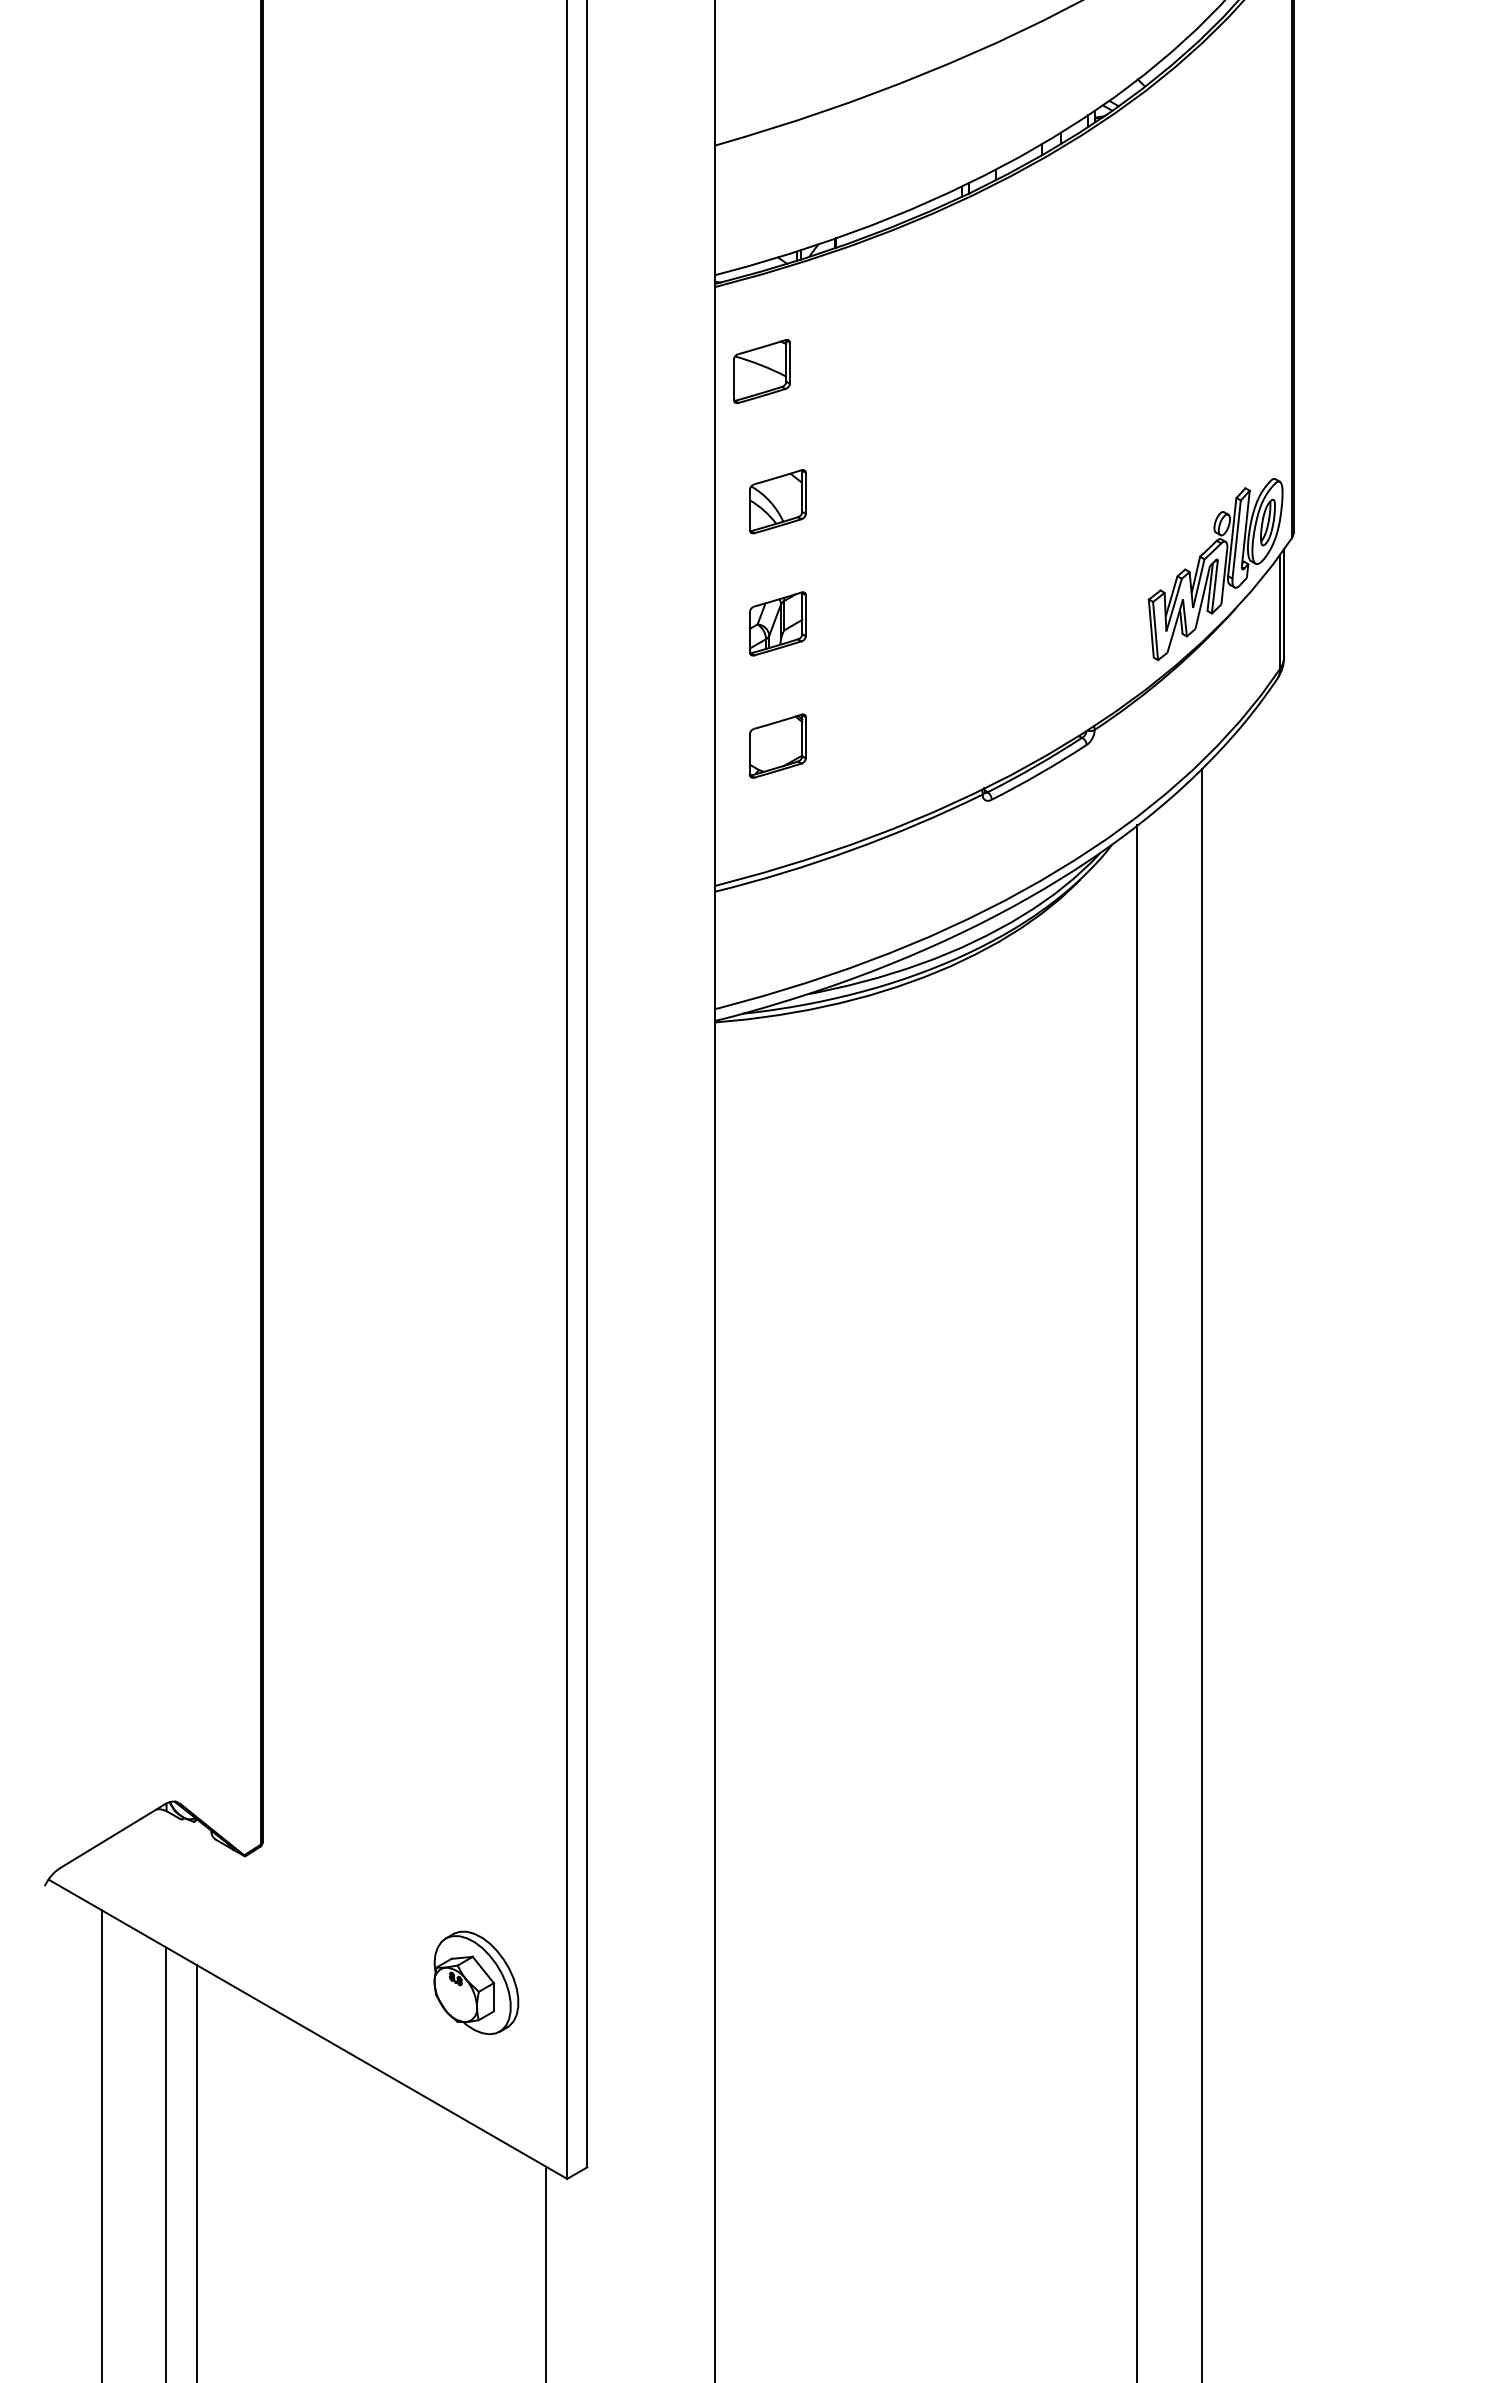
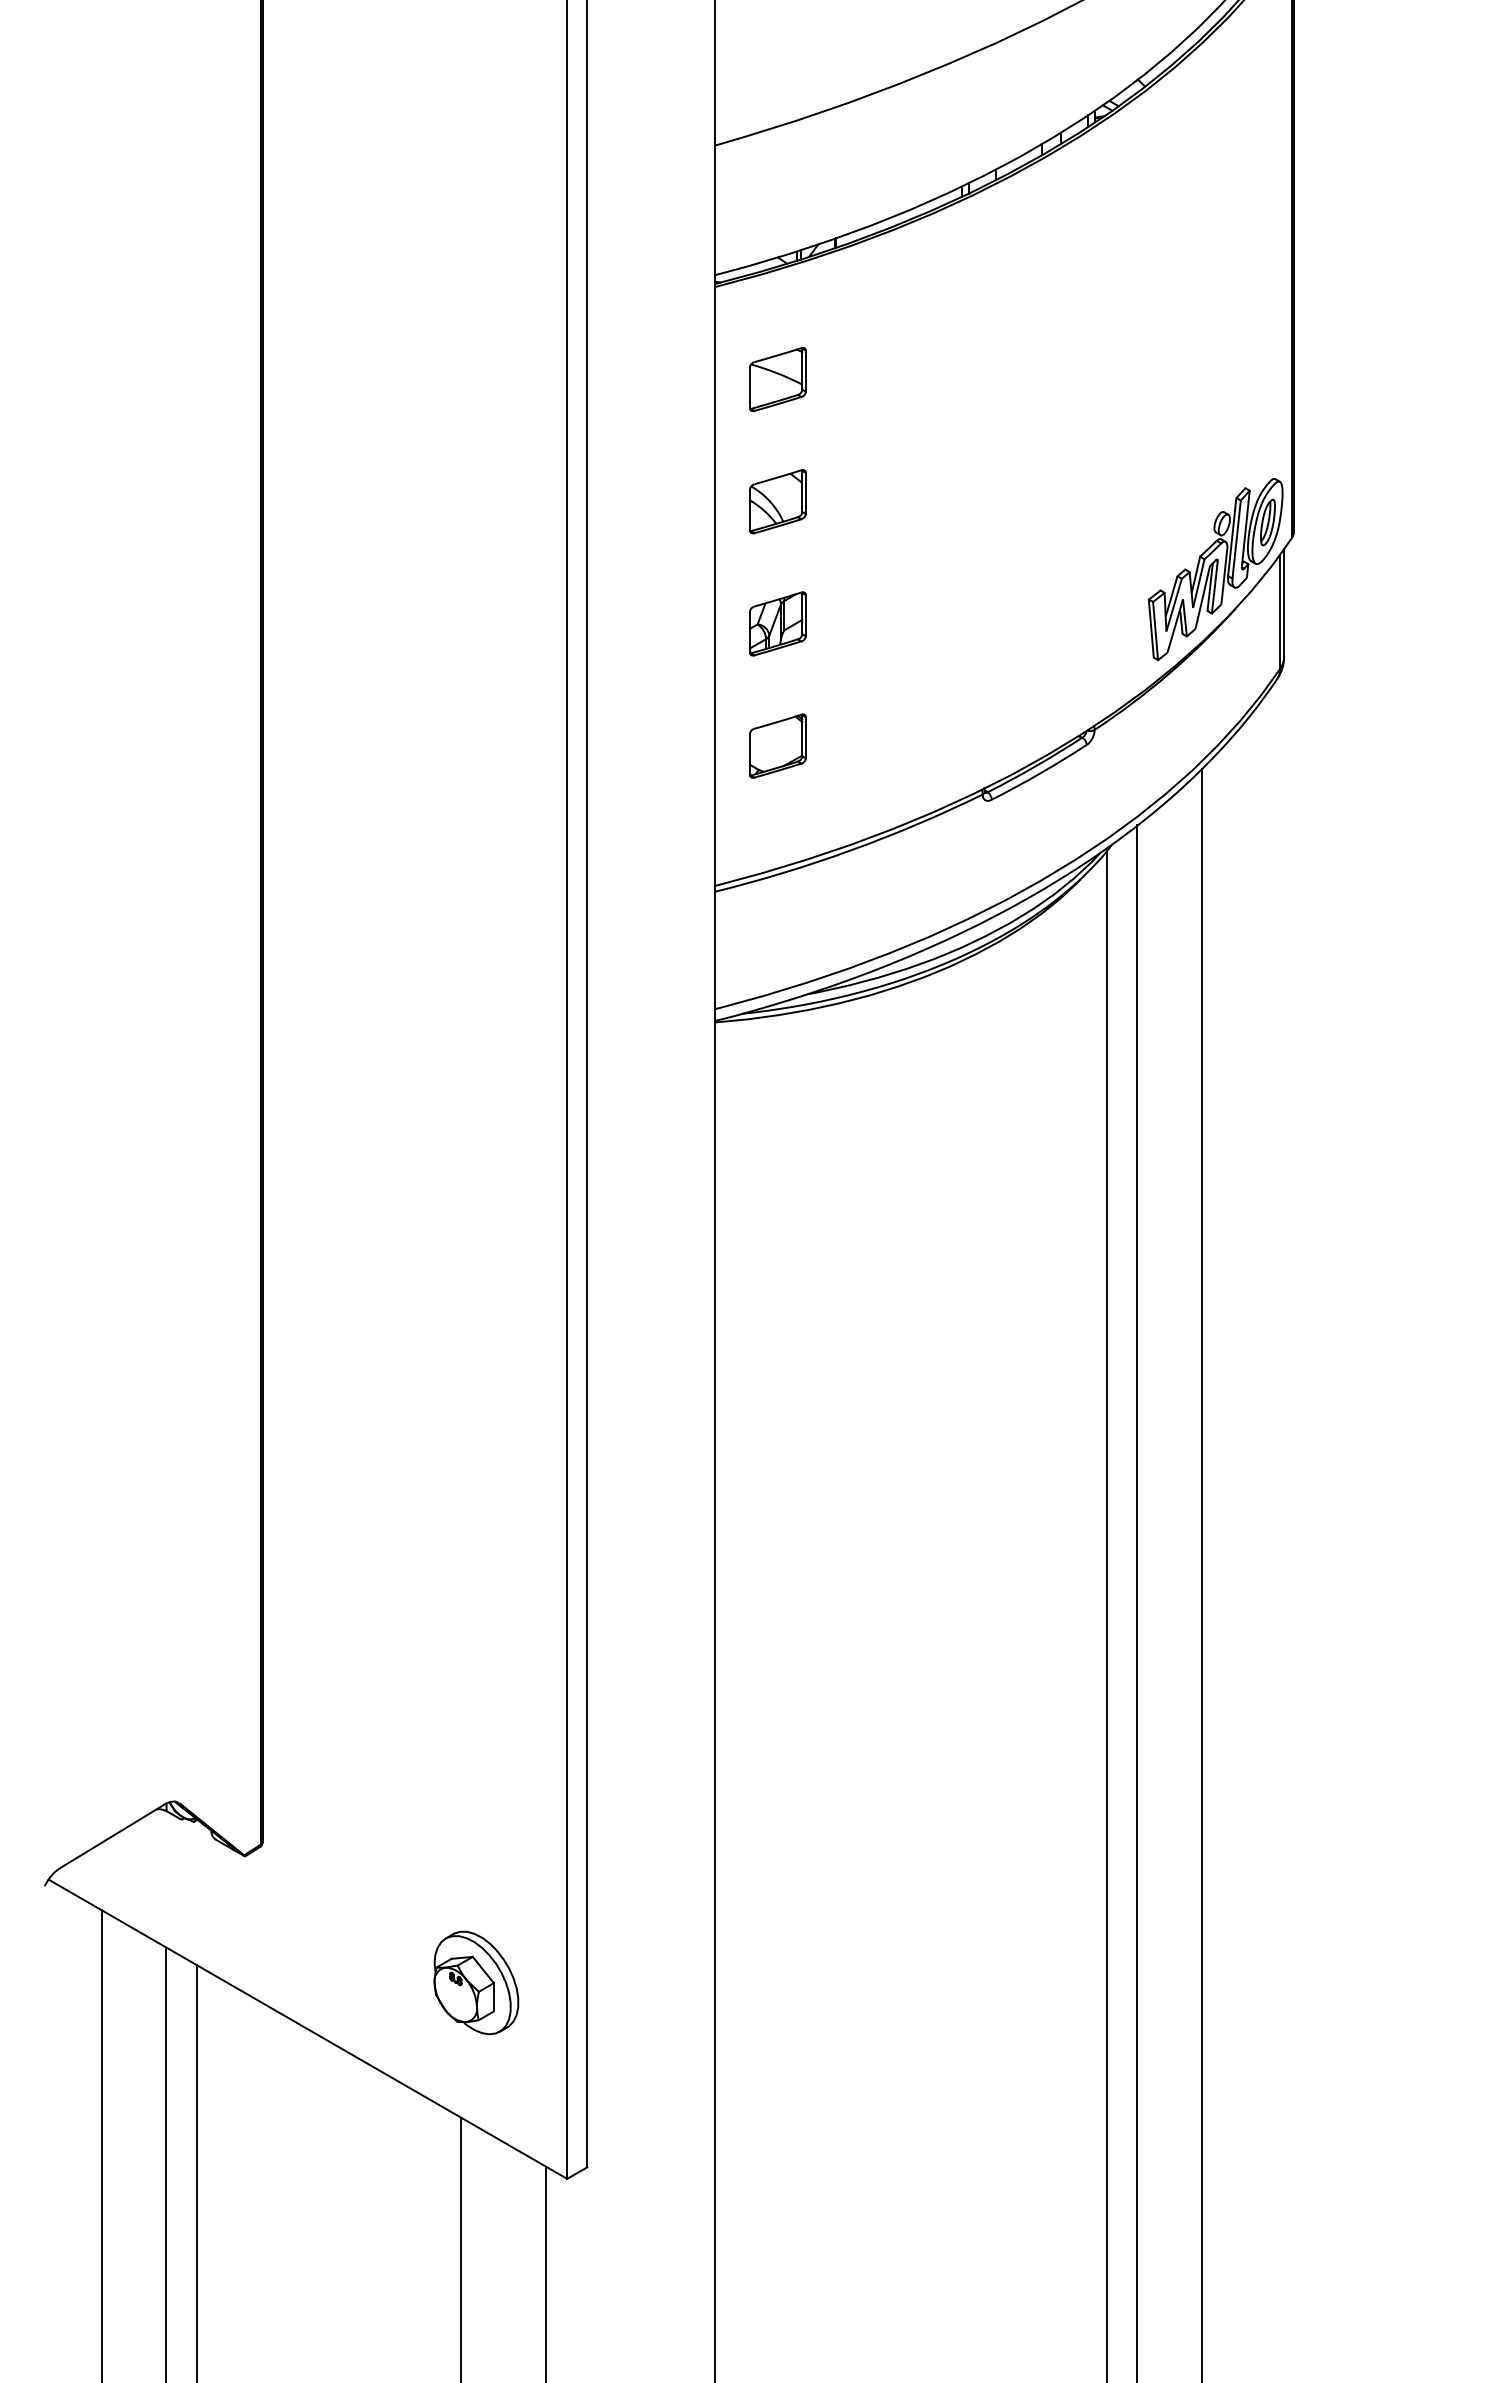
part at (761, 371) position: (761, 371) -> (777, 379)
line at (1106, 1615): none -> present
line at (461, 2248): none -> present
